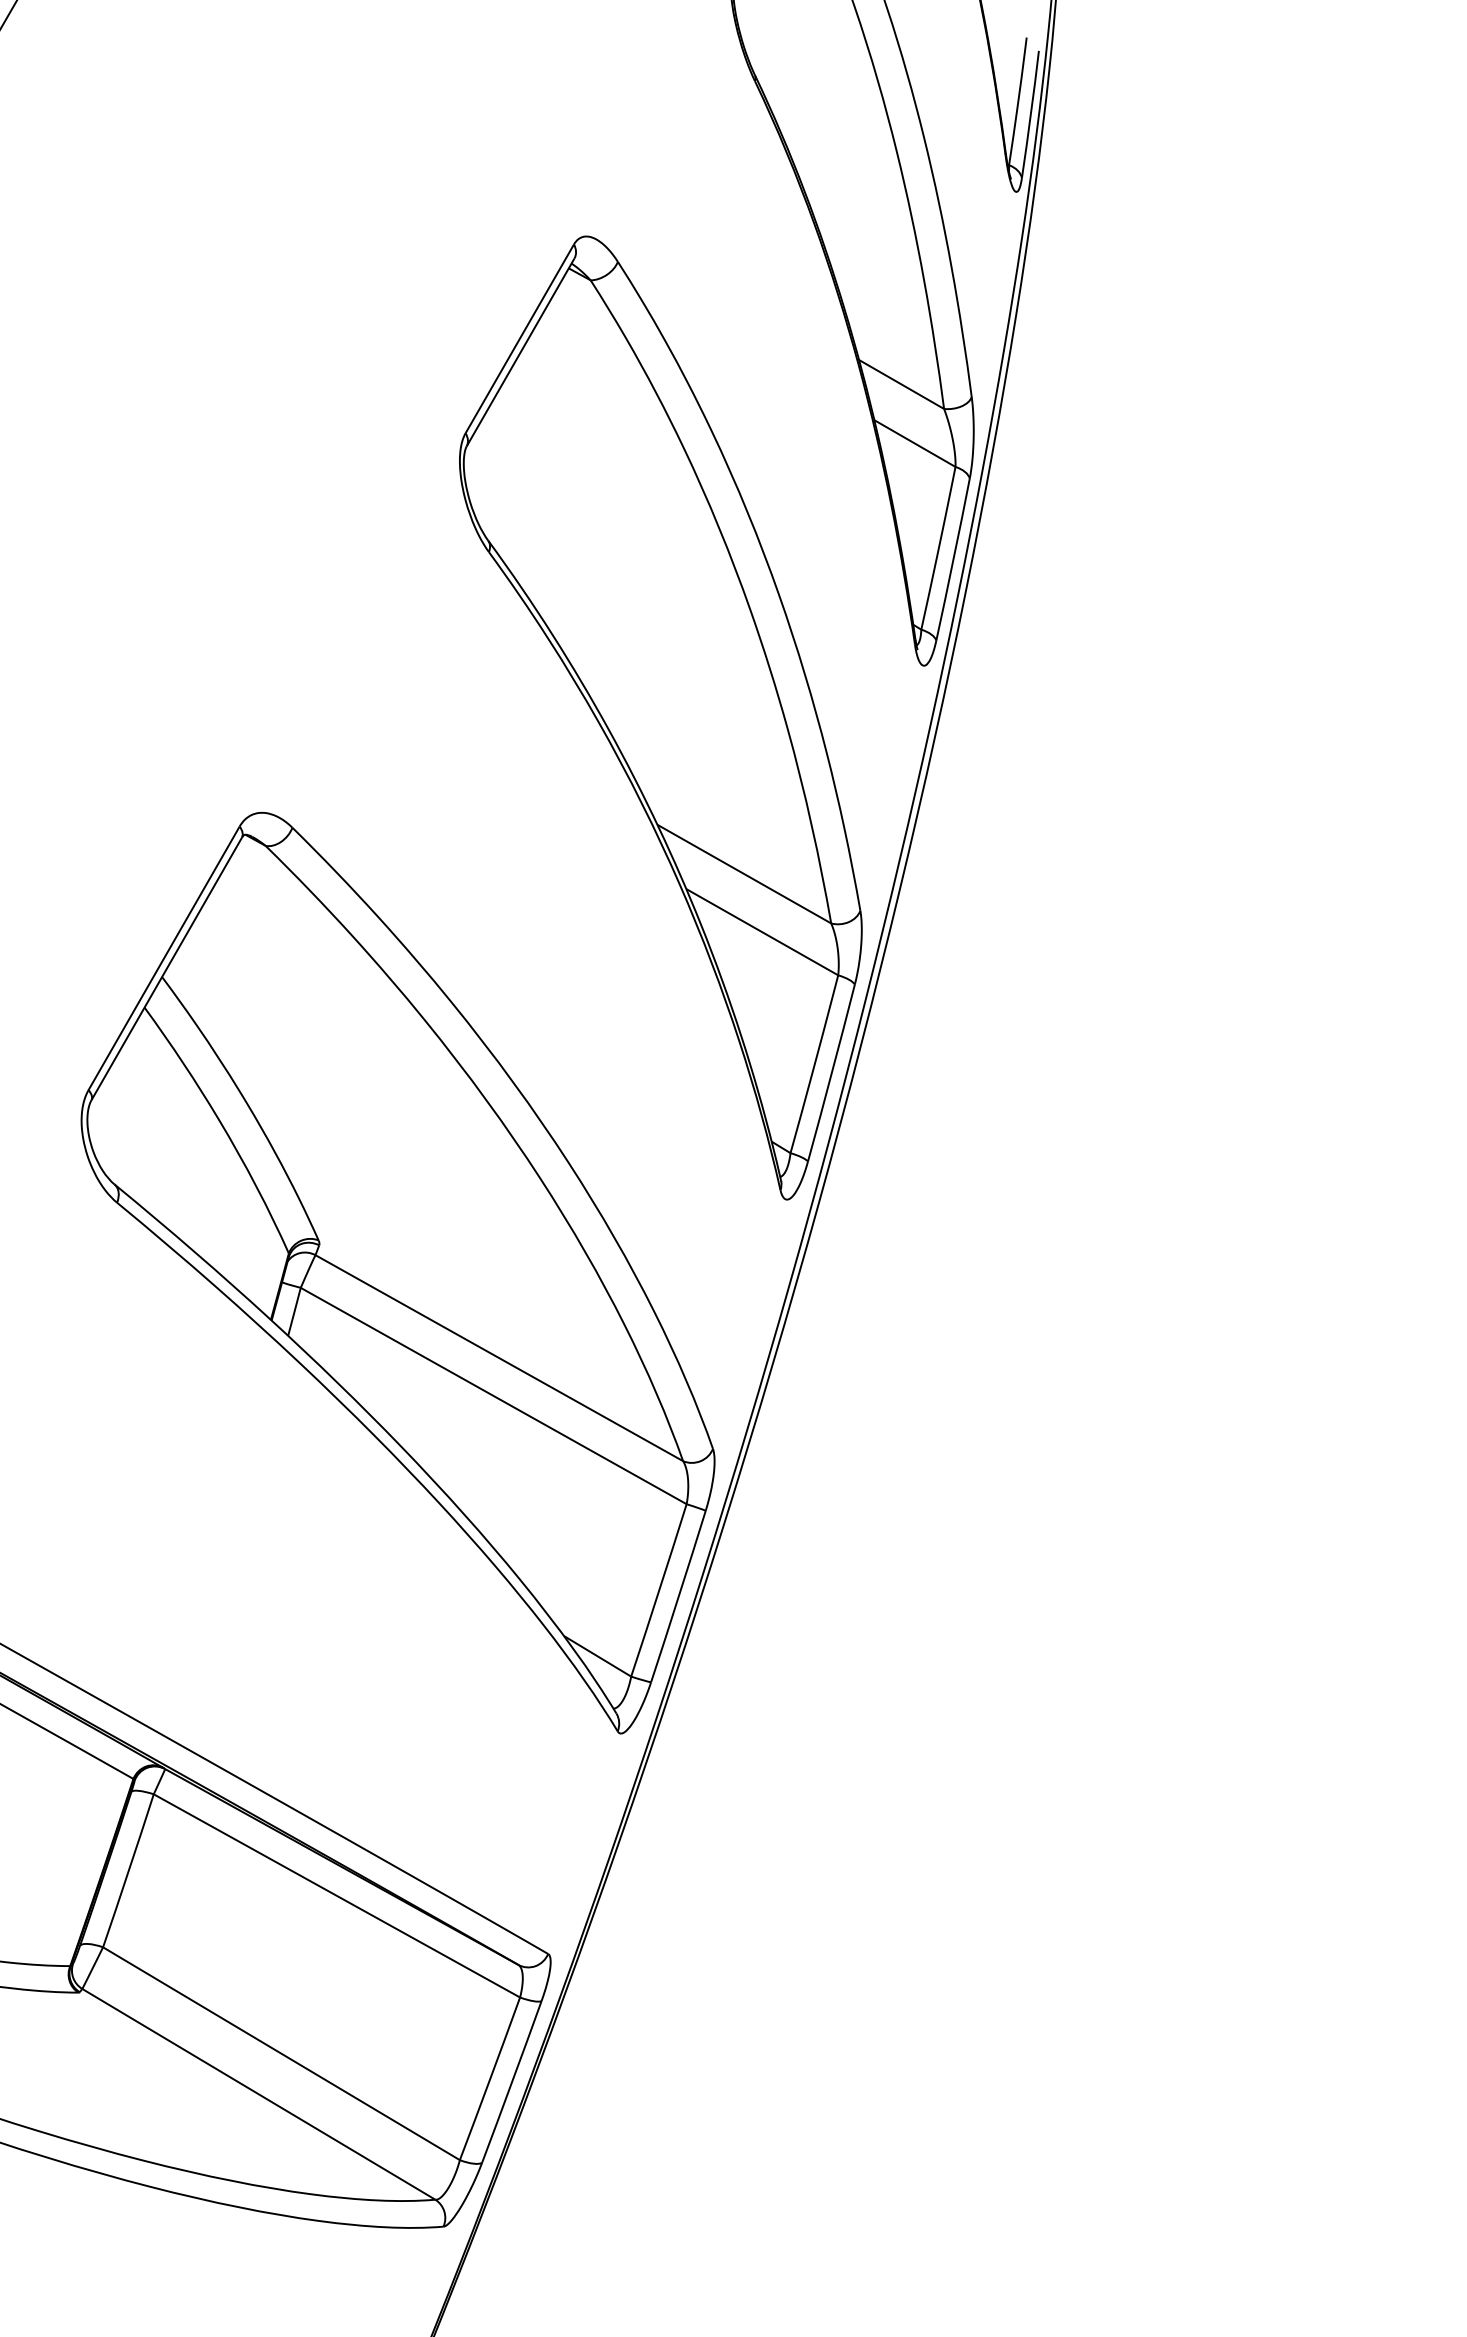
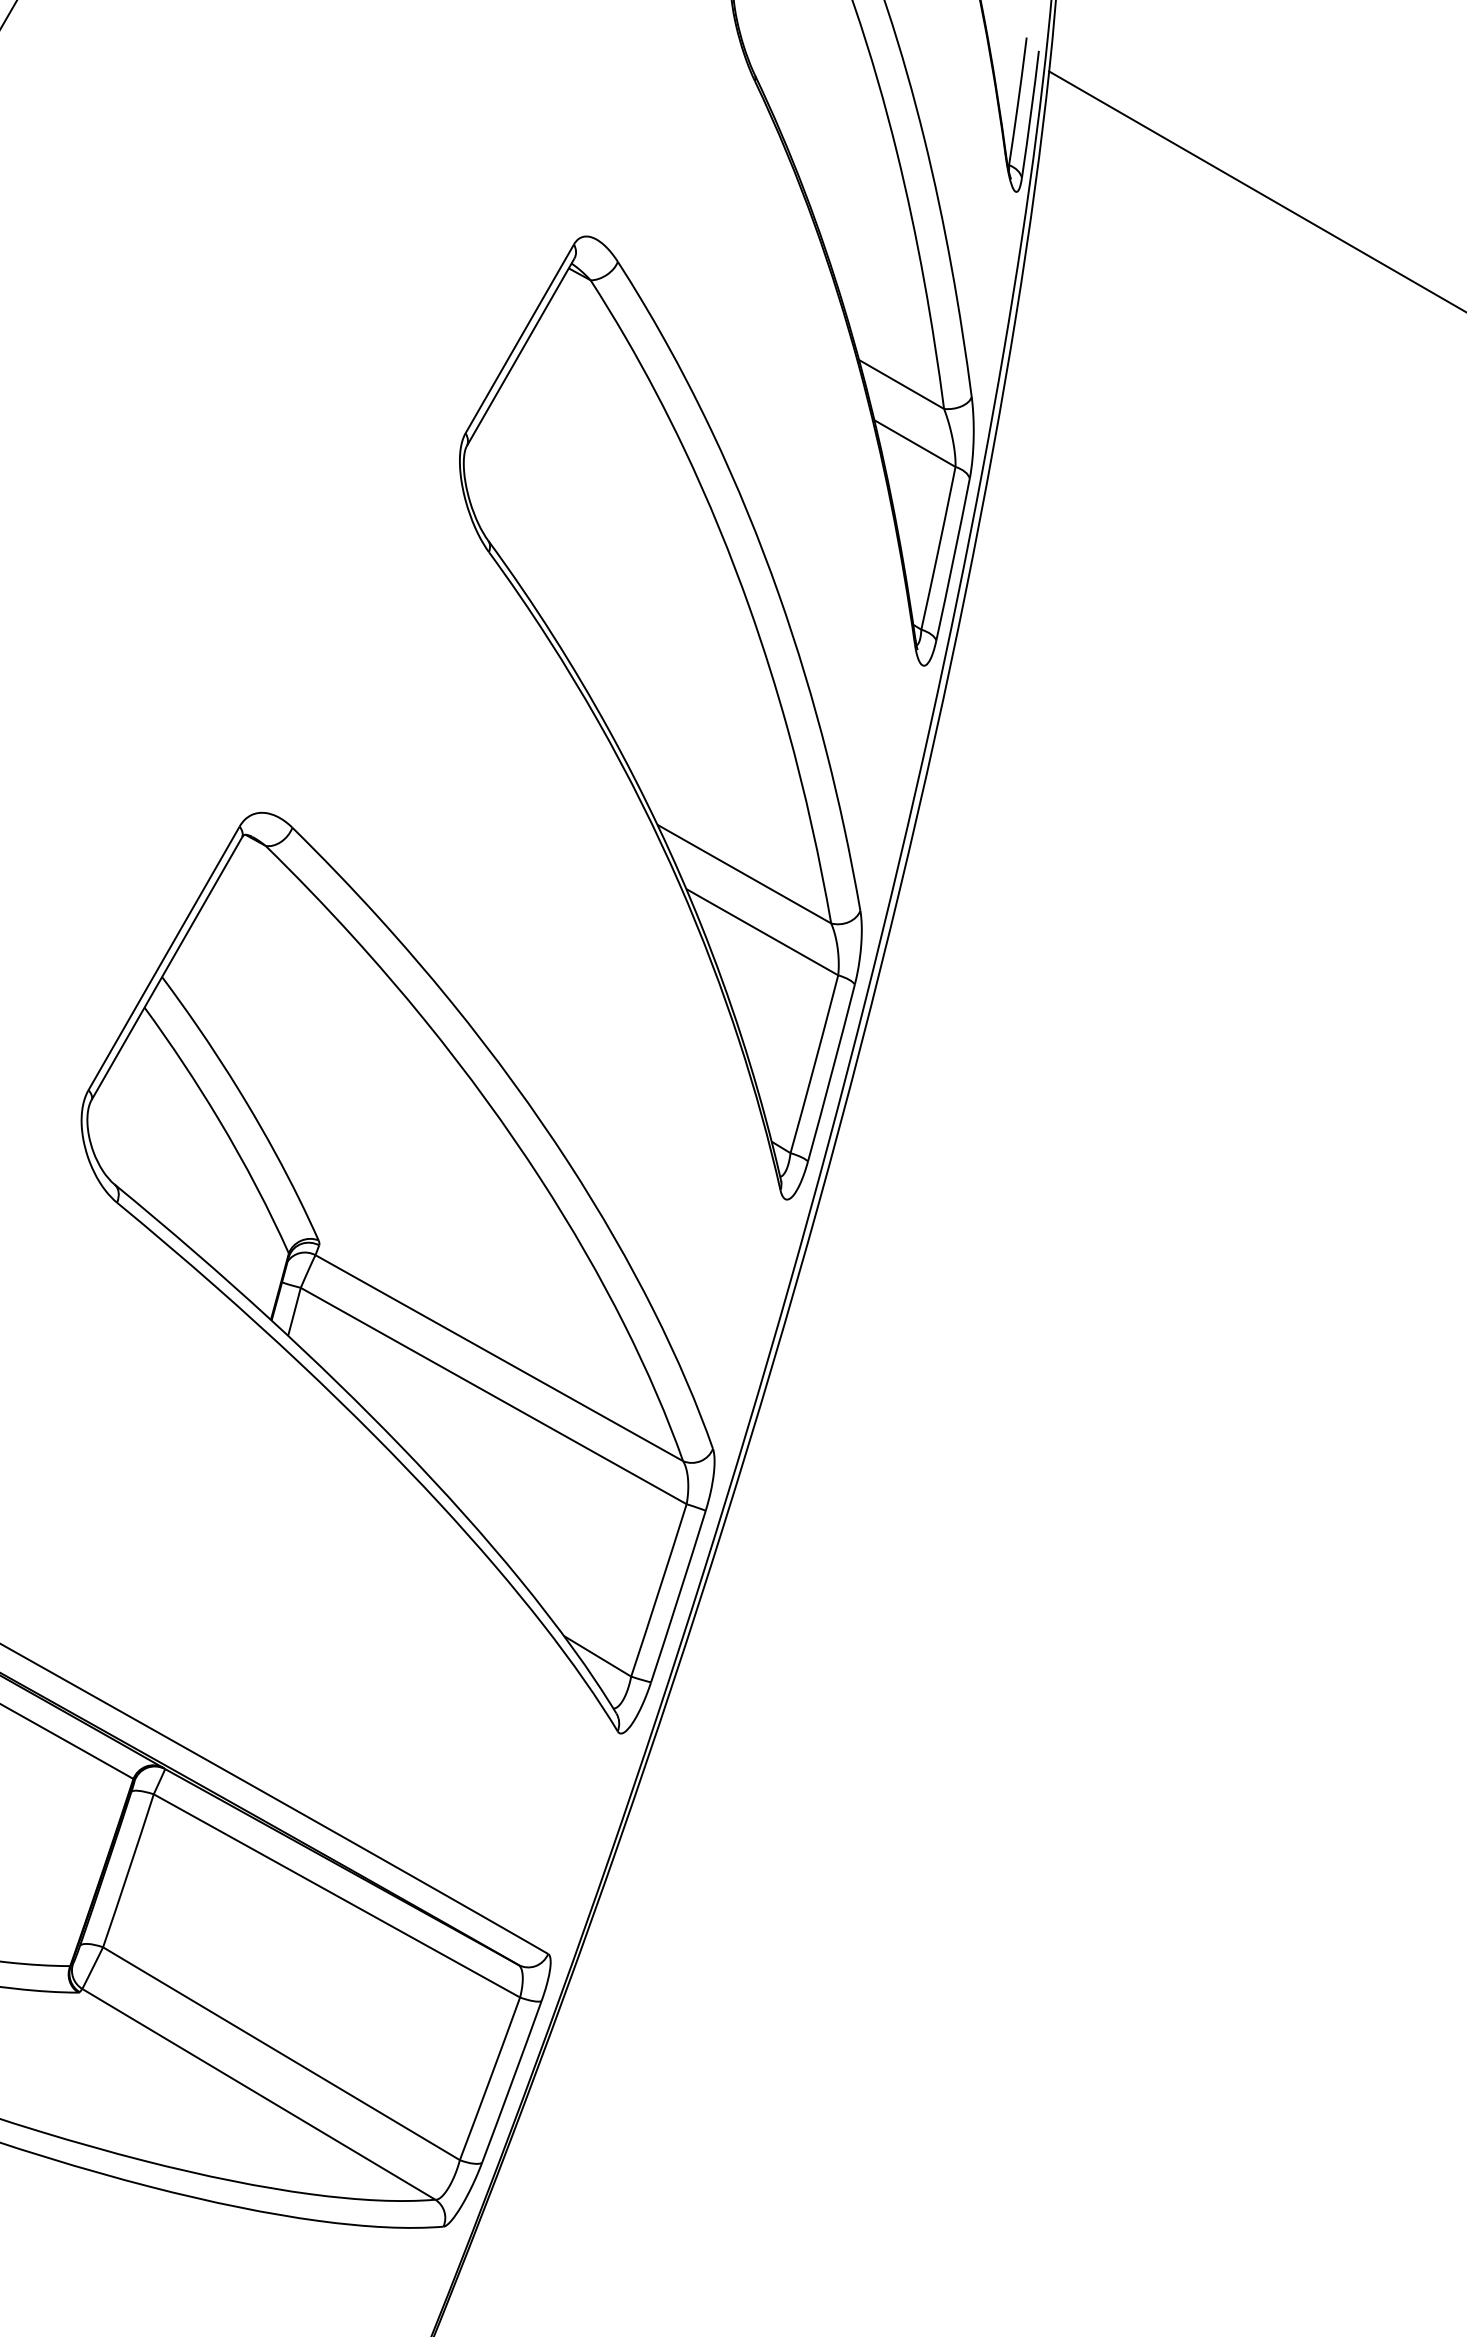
line at (1256, 190): none -> present
